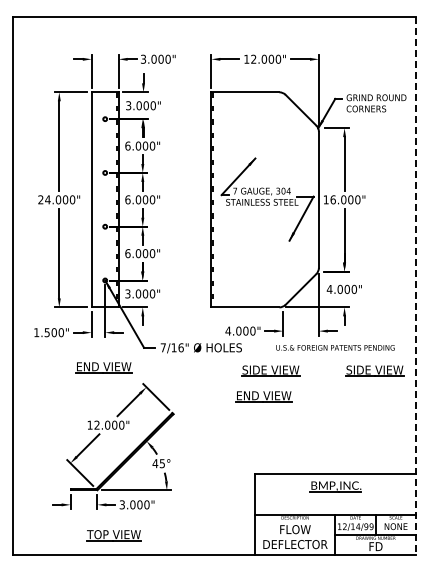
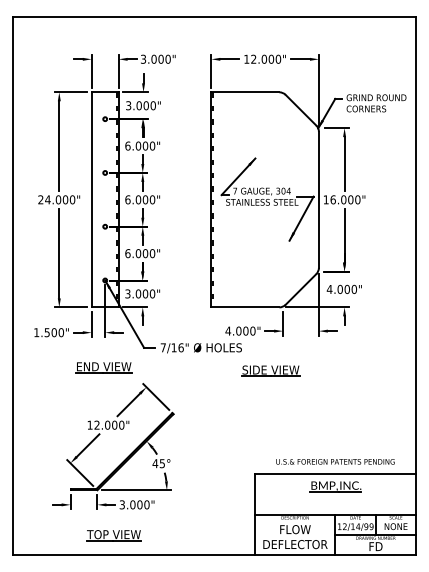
line at (416, 286): dashed -> solid
text at (335, 347) position: (335, 347) -> (335, 461)
part at (374, 370): present -> none
part at (263, 396): present -> none
